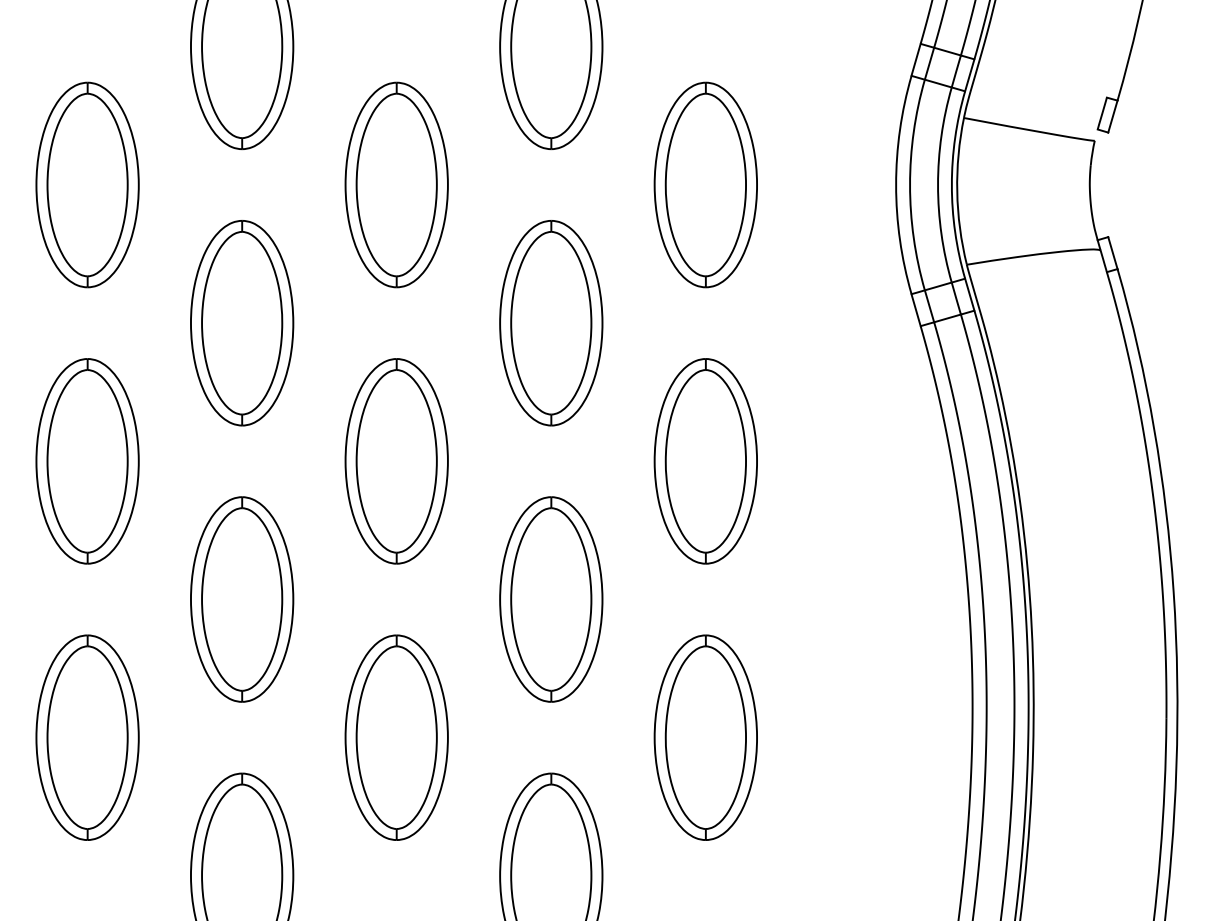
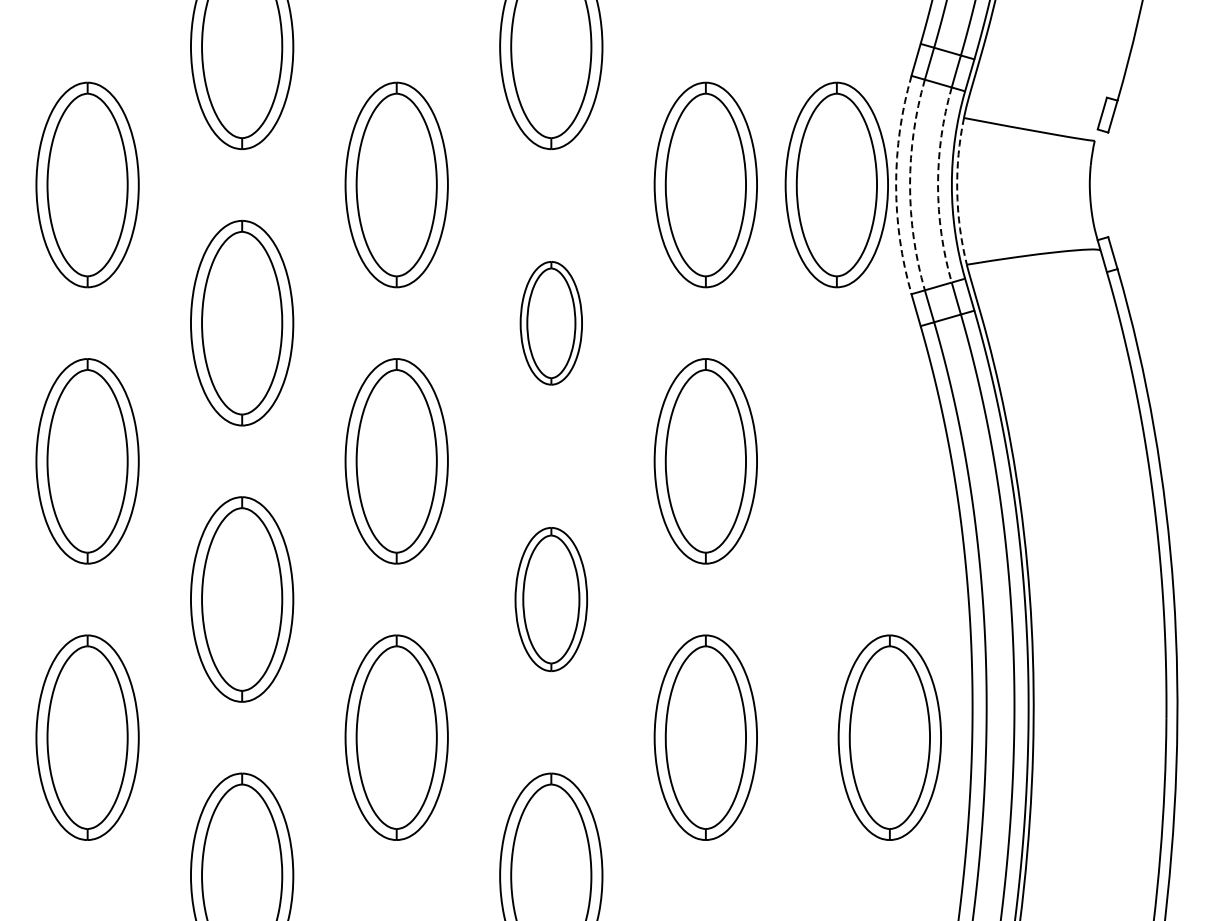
part at (836, 184): none -> present
arc at (896, 185): solid -> dashed
arc at (910, 185): solid -> dashed
arc at (938, 185): solid -> dashed
arc at (957, 191): solid -> dashed
part at (551, 323) size: 105x207 px -> 64x125 px
part at (551, 599) size: 105x207 px -> 75x146 px
part at (889, 737): none -> present
